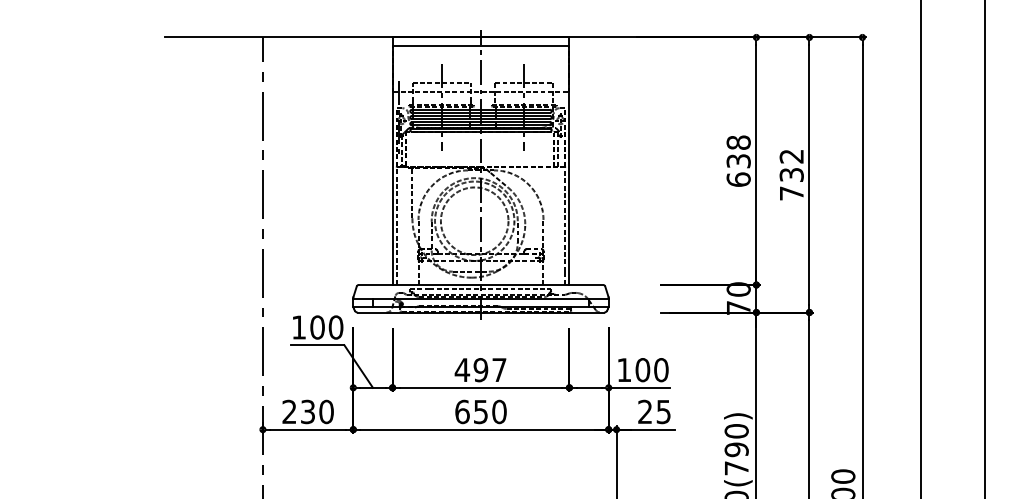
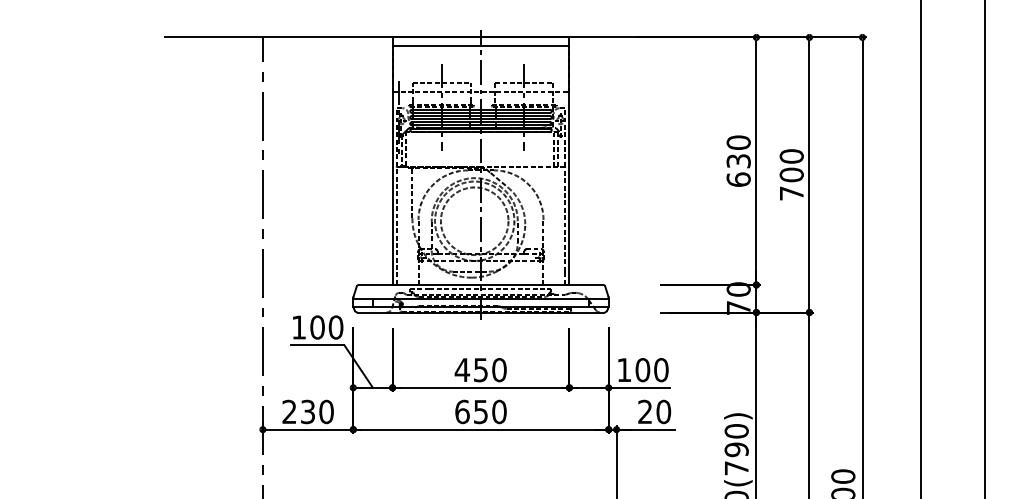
text at (738, 142): 638 -> 630
text at (791, 165): 732 -> 700
text at (489, 370): 497 -> 450
text at (663, 411): 25 -> 20
